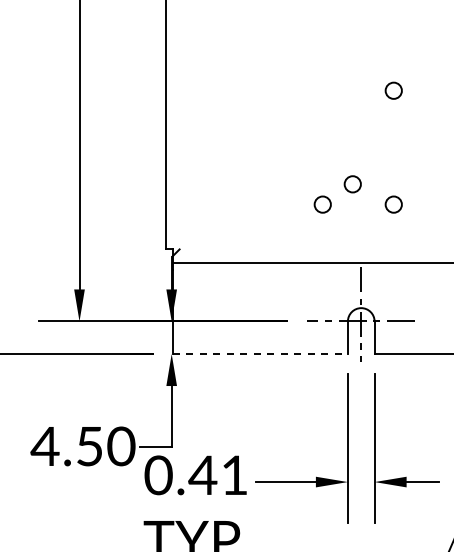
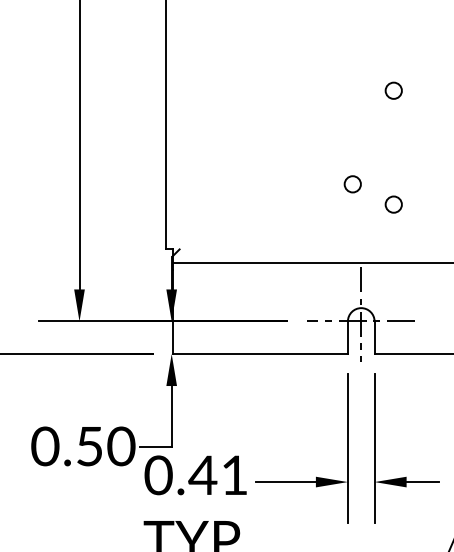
circle at (322, 204): present -> none
line at (260, 354): dashed -> solid
text at (44, 446): 4.50 -> 0.50
